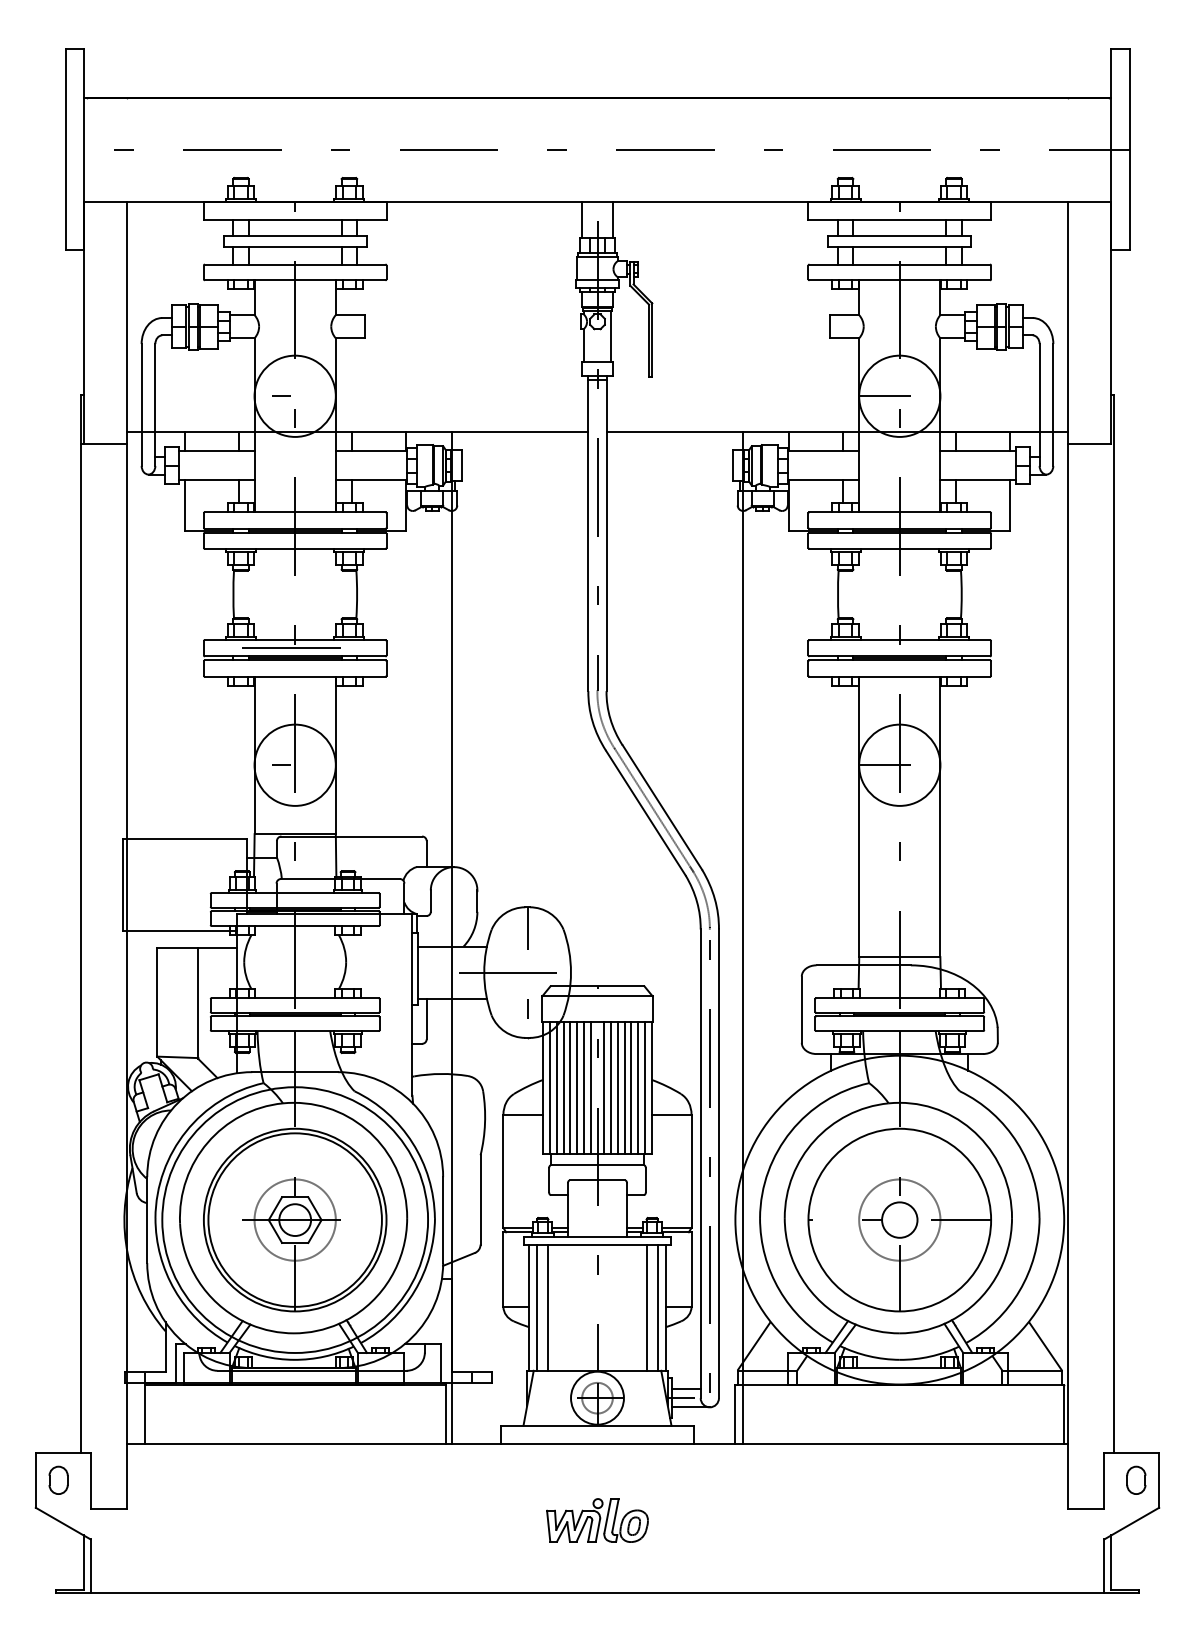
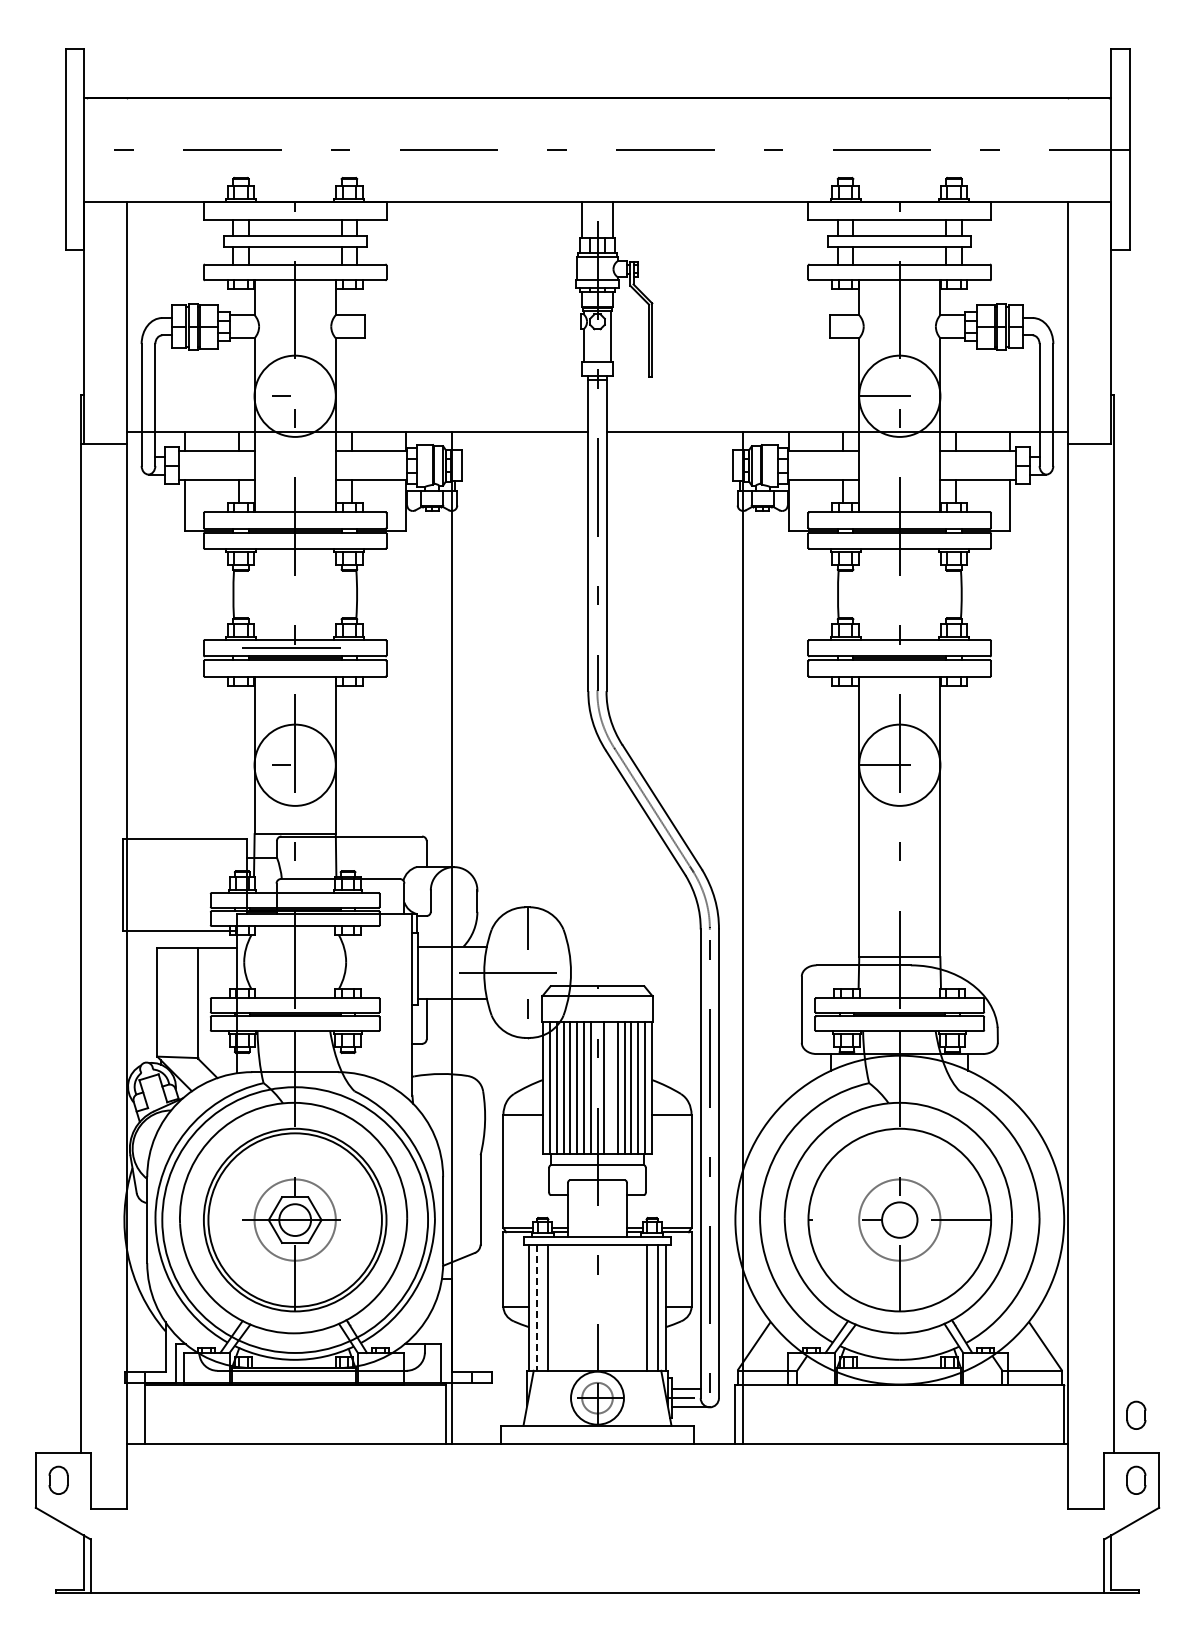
line at (611, 1088): present -> none
line at (537, 1308): solid -> dashed
part at (1136, 1414): none -> present
part at (597, 1520): present -> none
